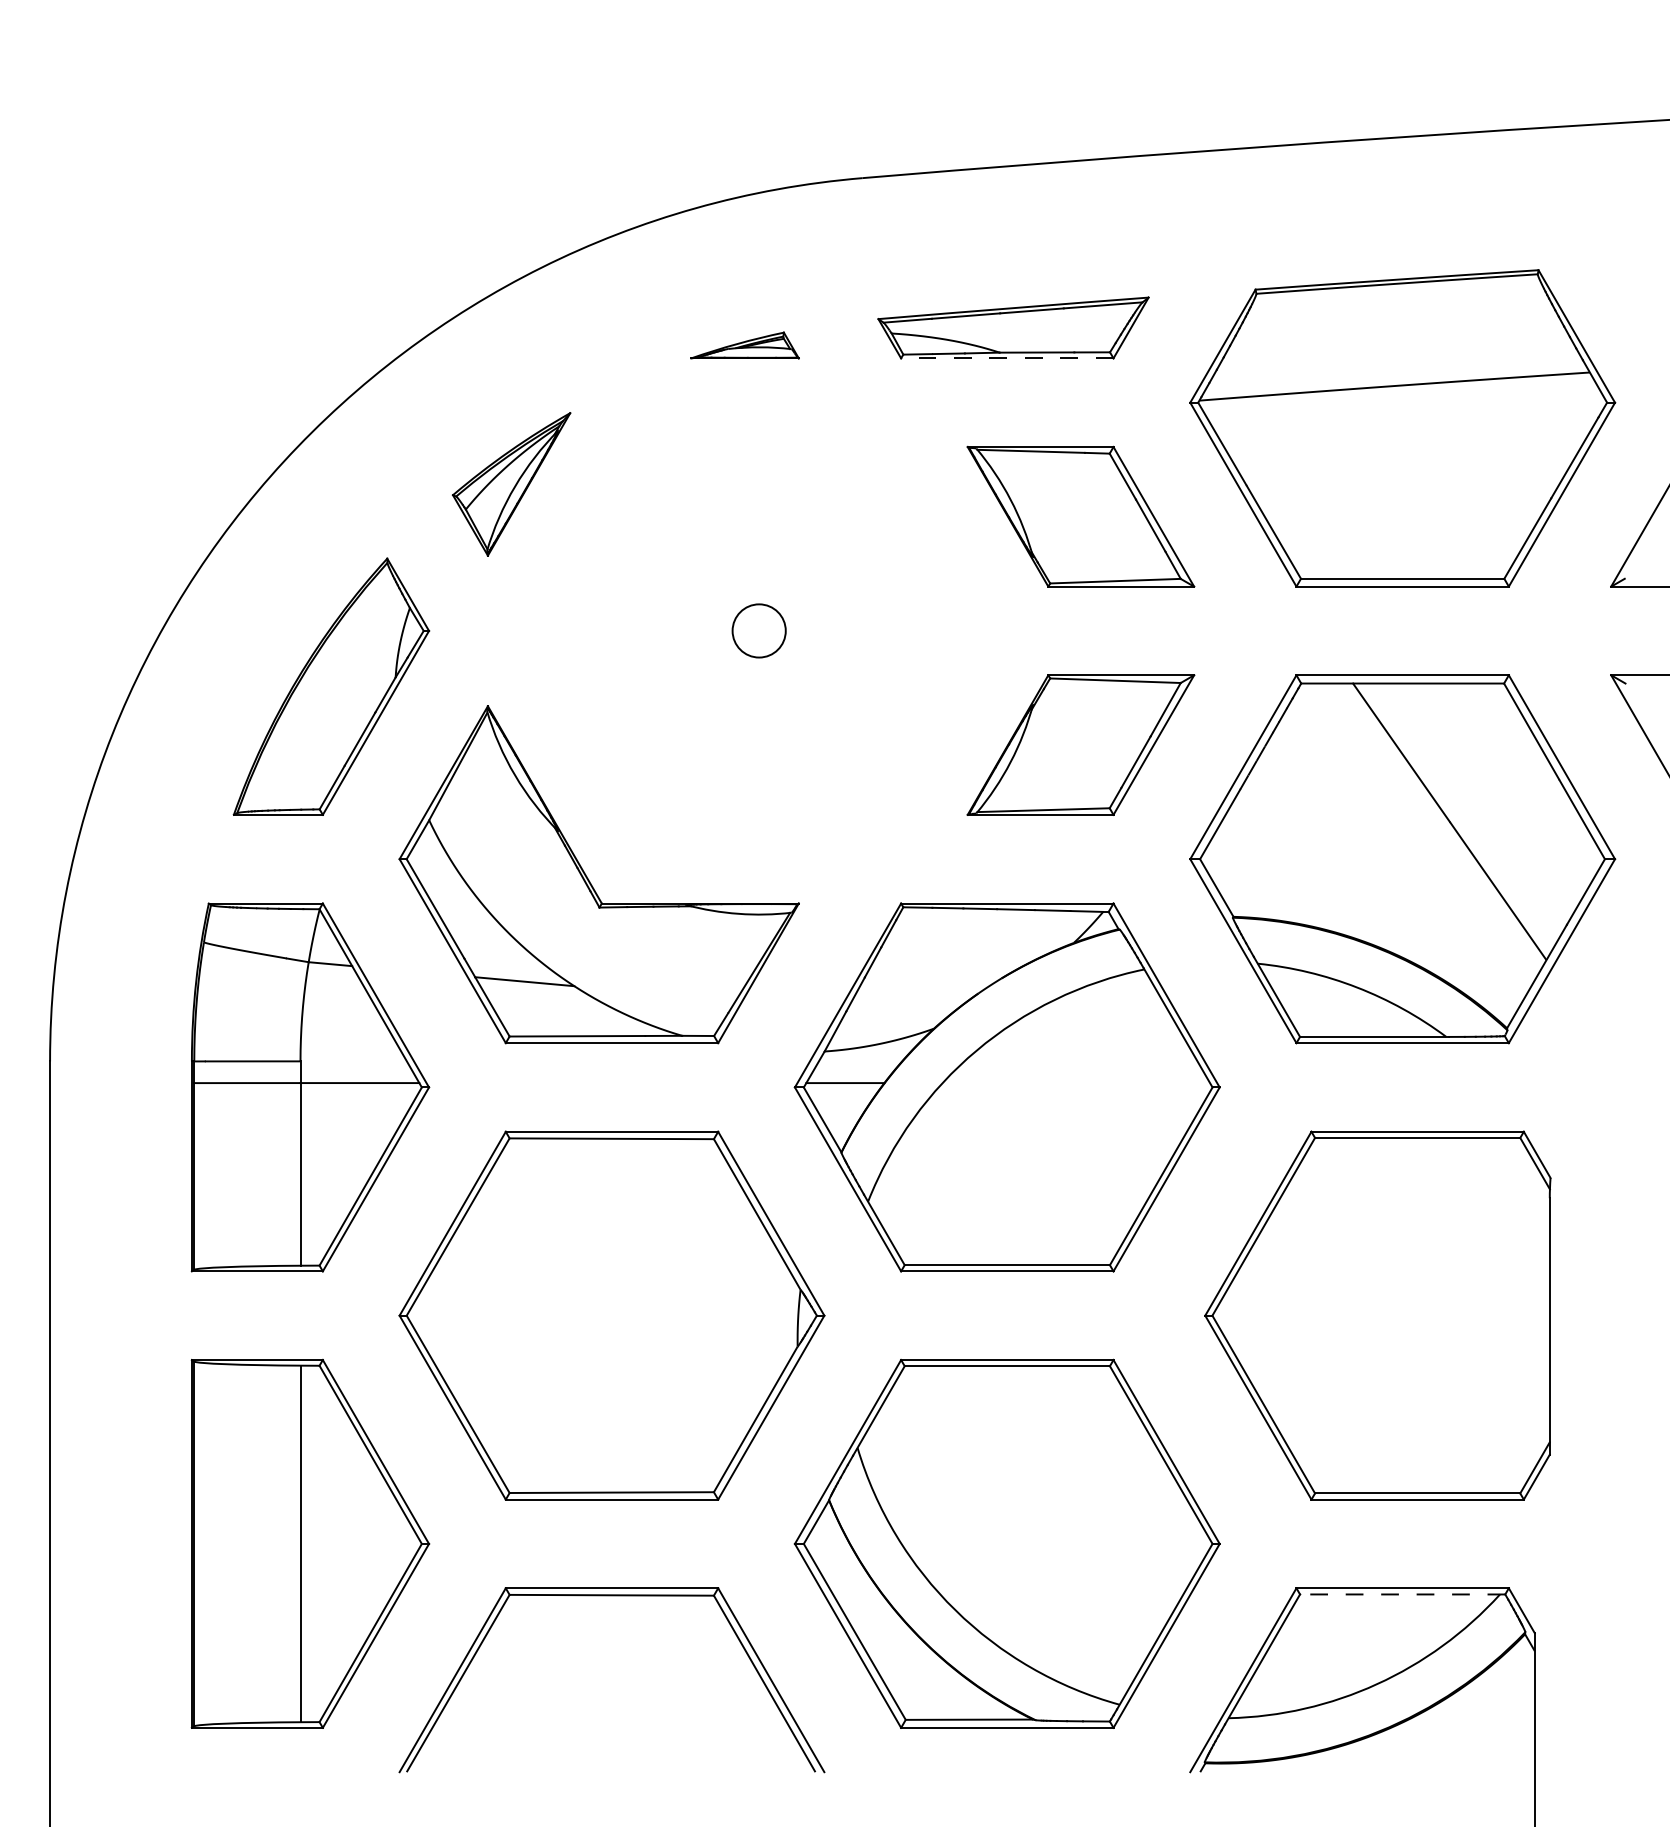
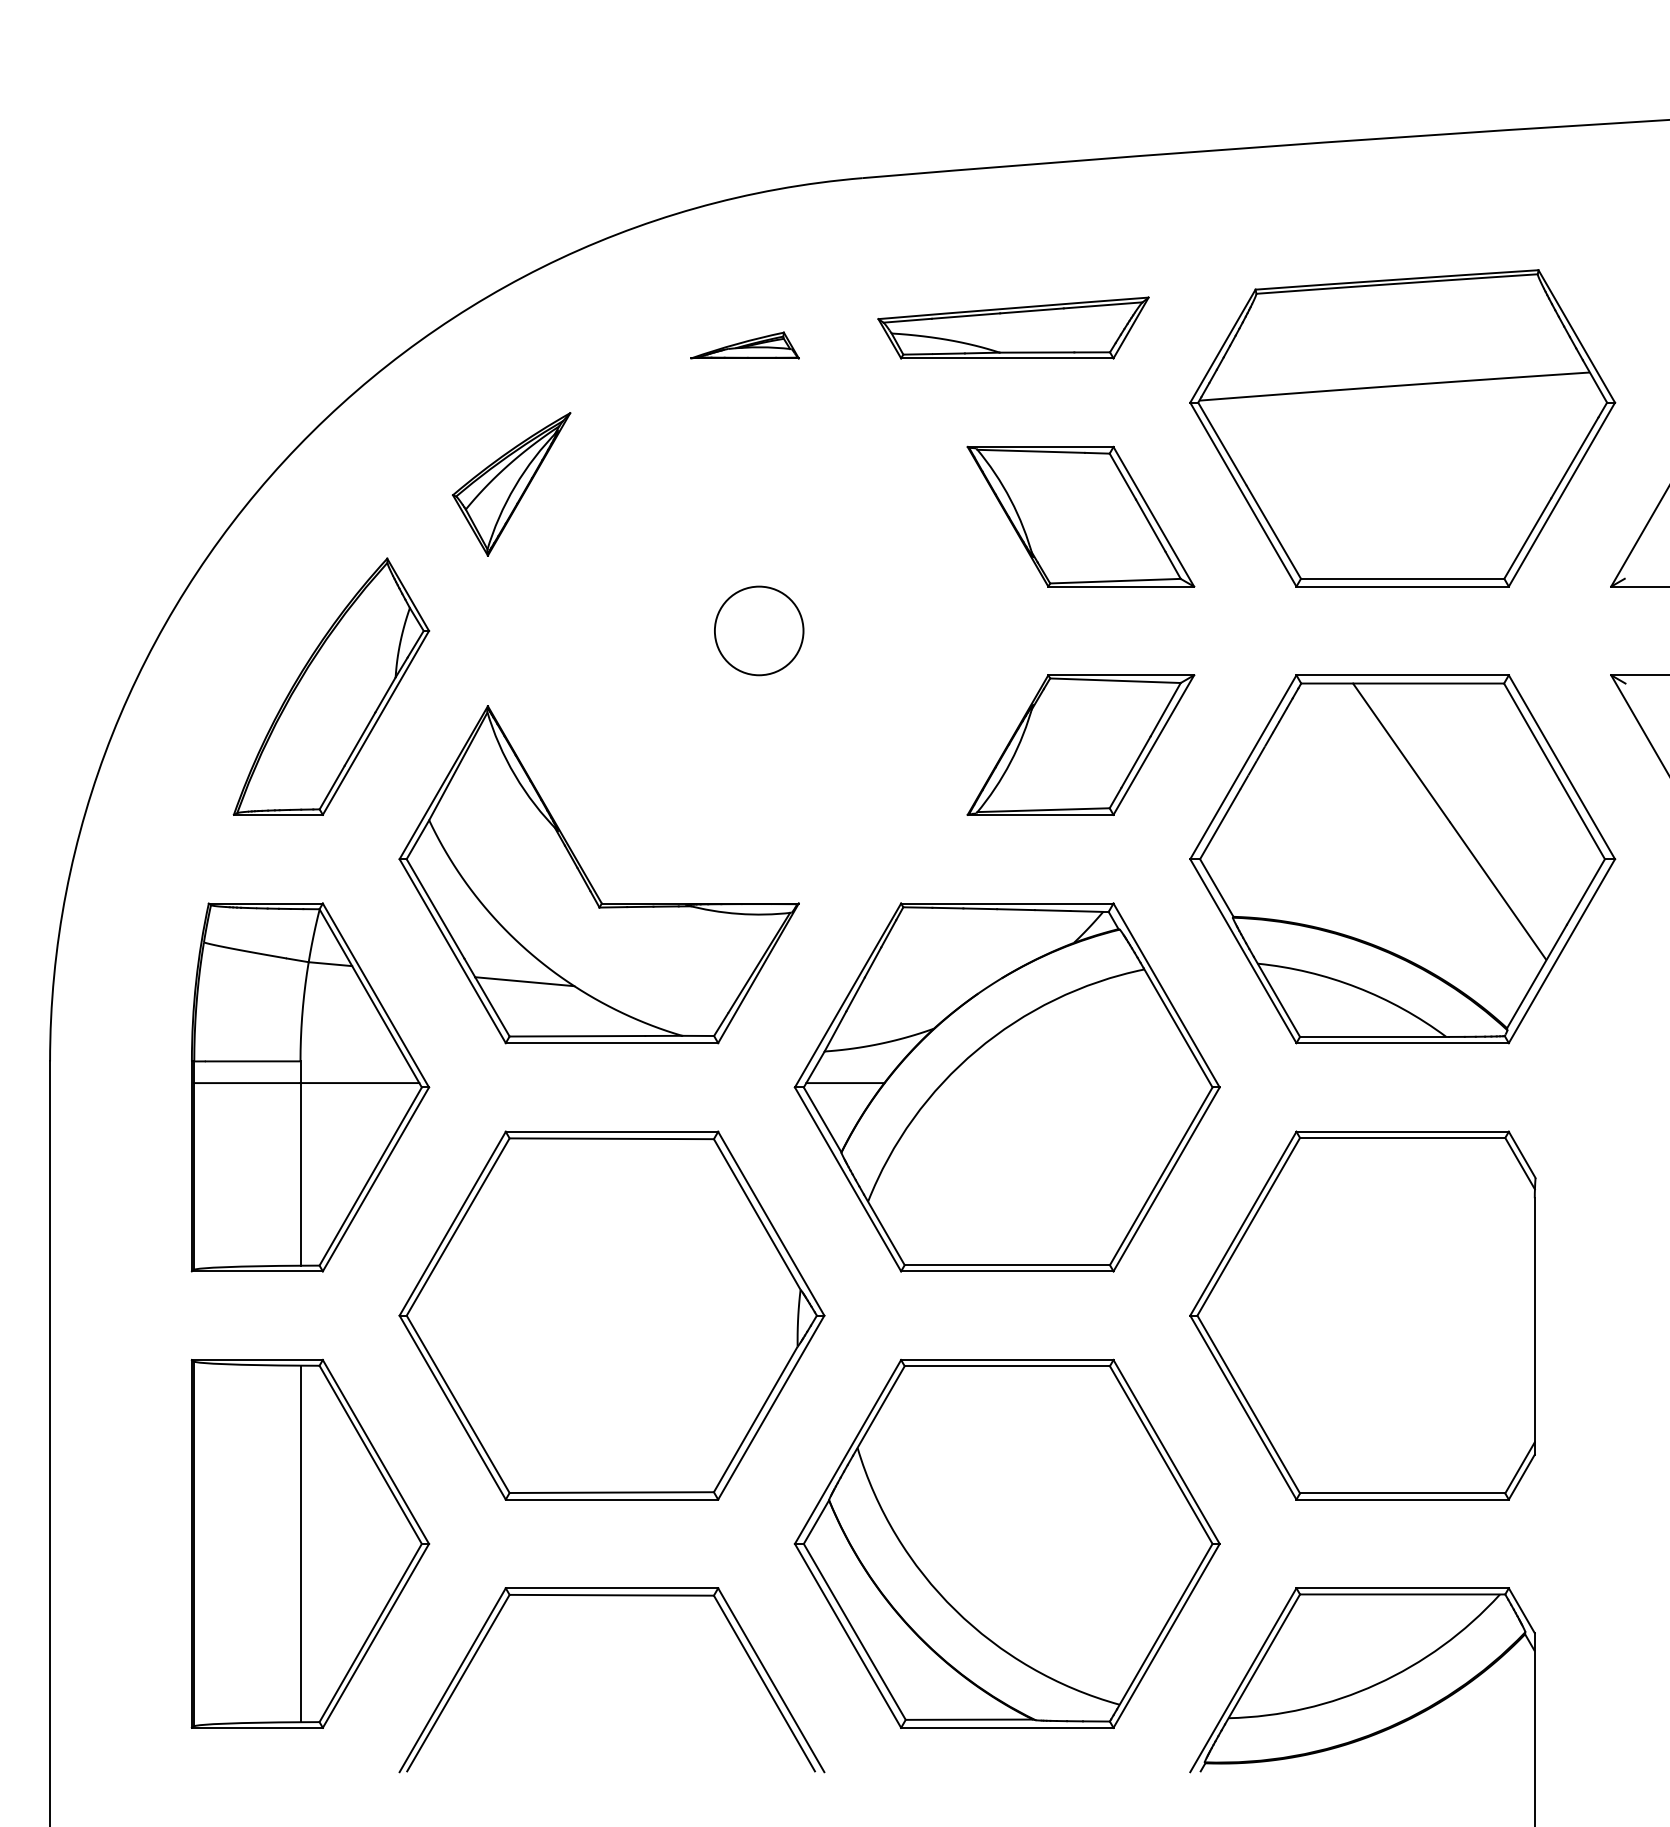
line at (1006, 358): dashed -> solid
circle at (758, 630) diameter: 53 px -> 89 px
part at (1377, 1315) position: (1377, 1315) -> (1362, 1315)
line at (1402, 1594): dashed -> solid
